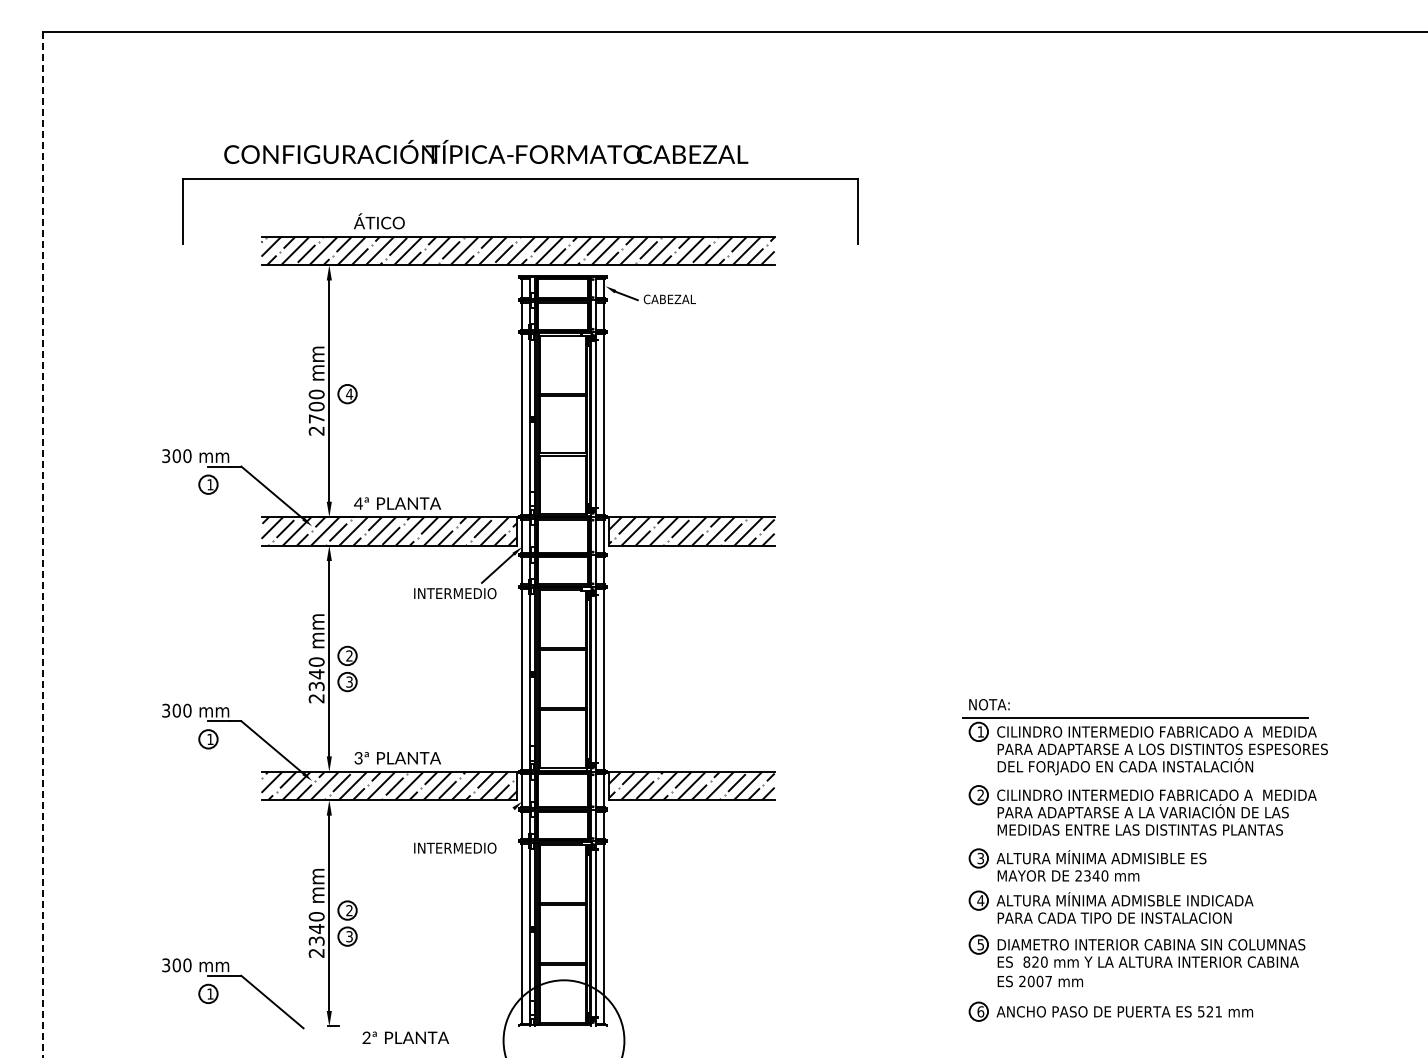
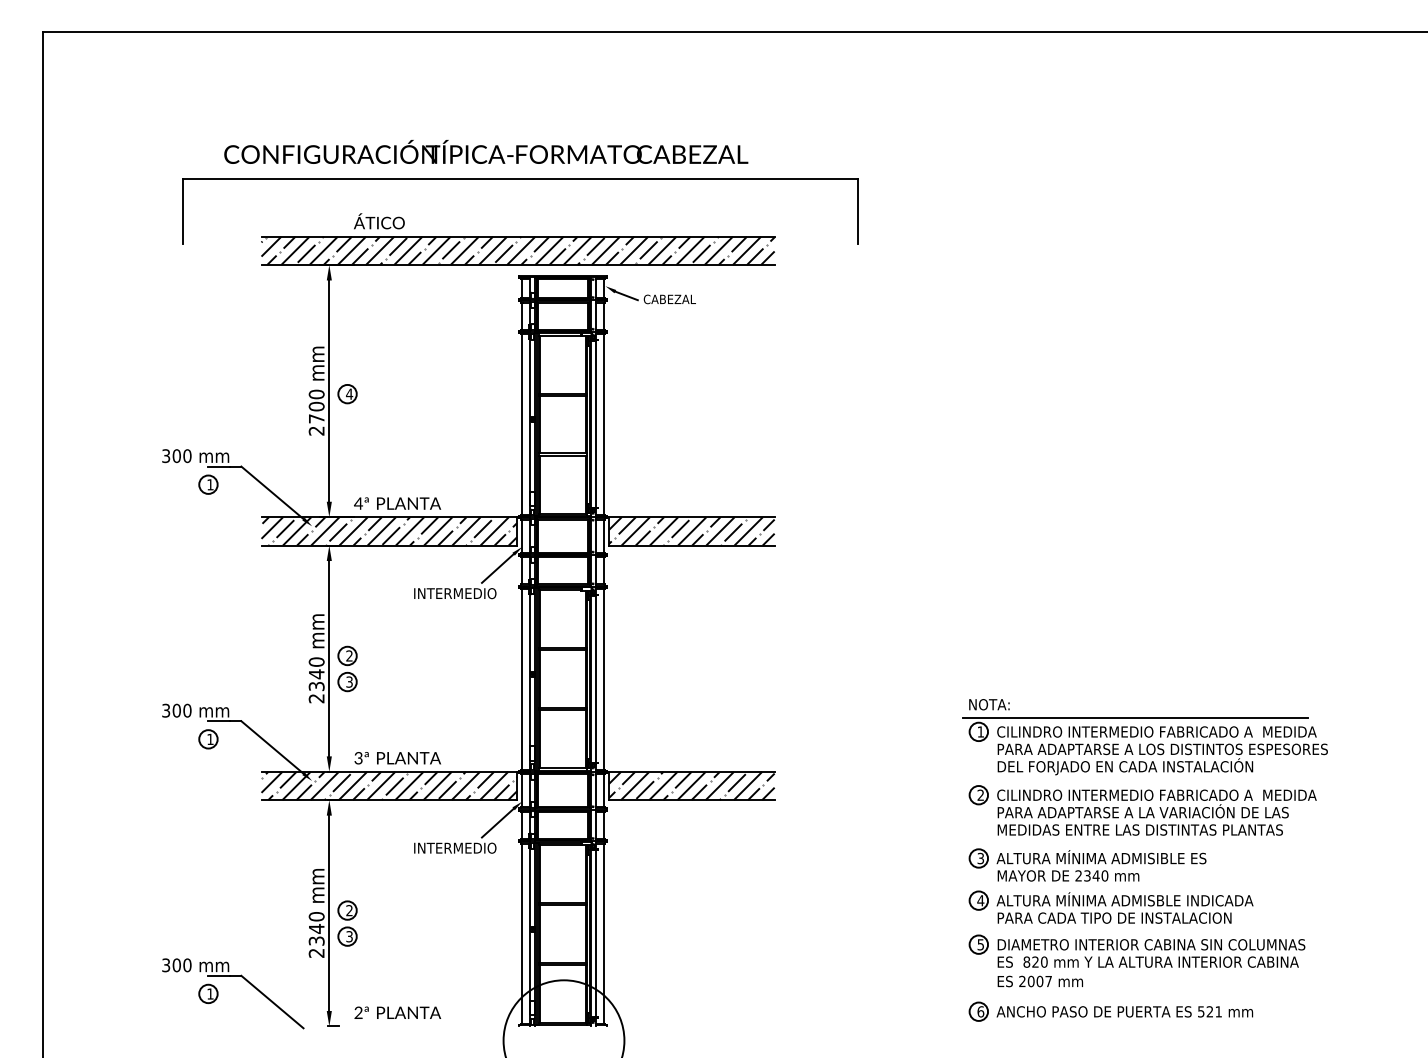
line at (42, 544): dashed -> solid
line at (497, 822): none -> present
text at (405, 1037) position: (405, 1037) -> (397, 1012)
